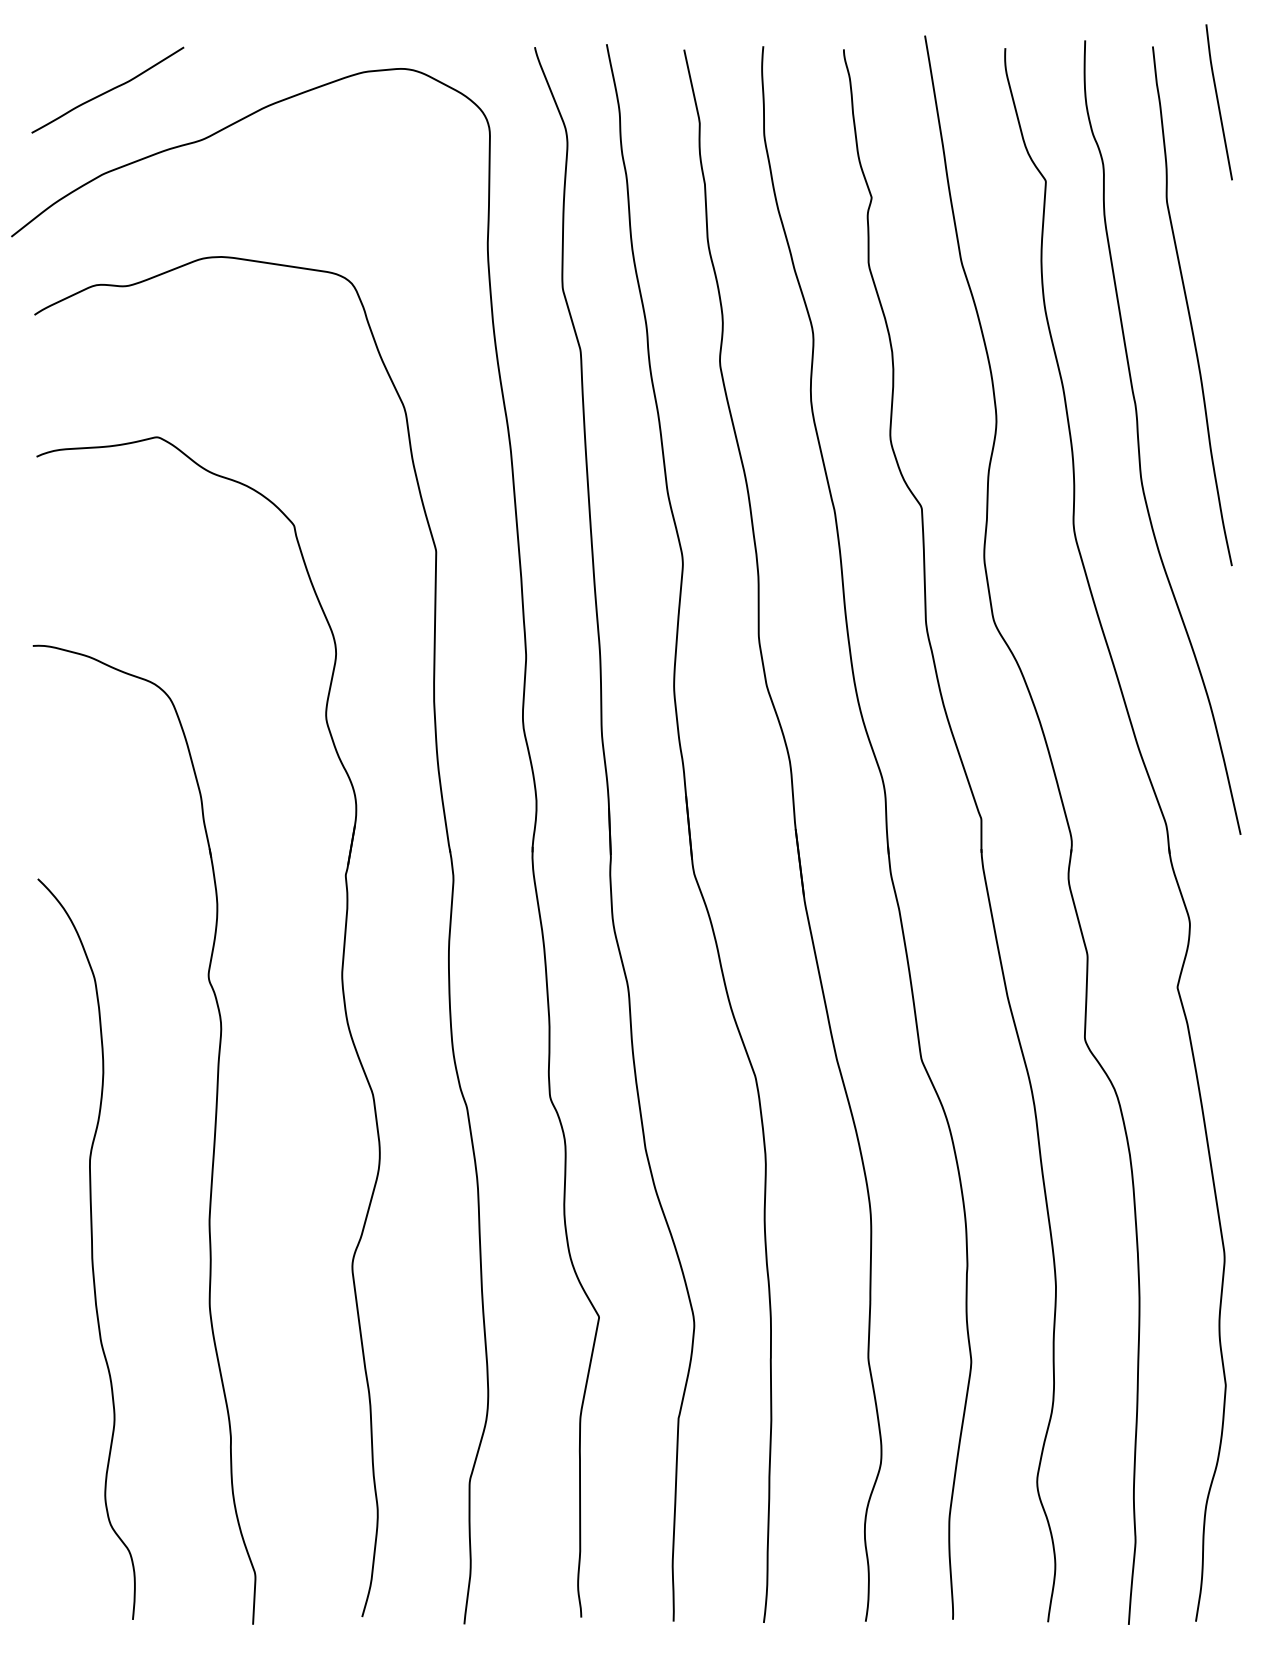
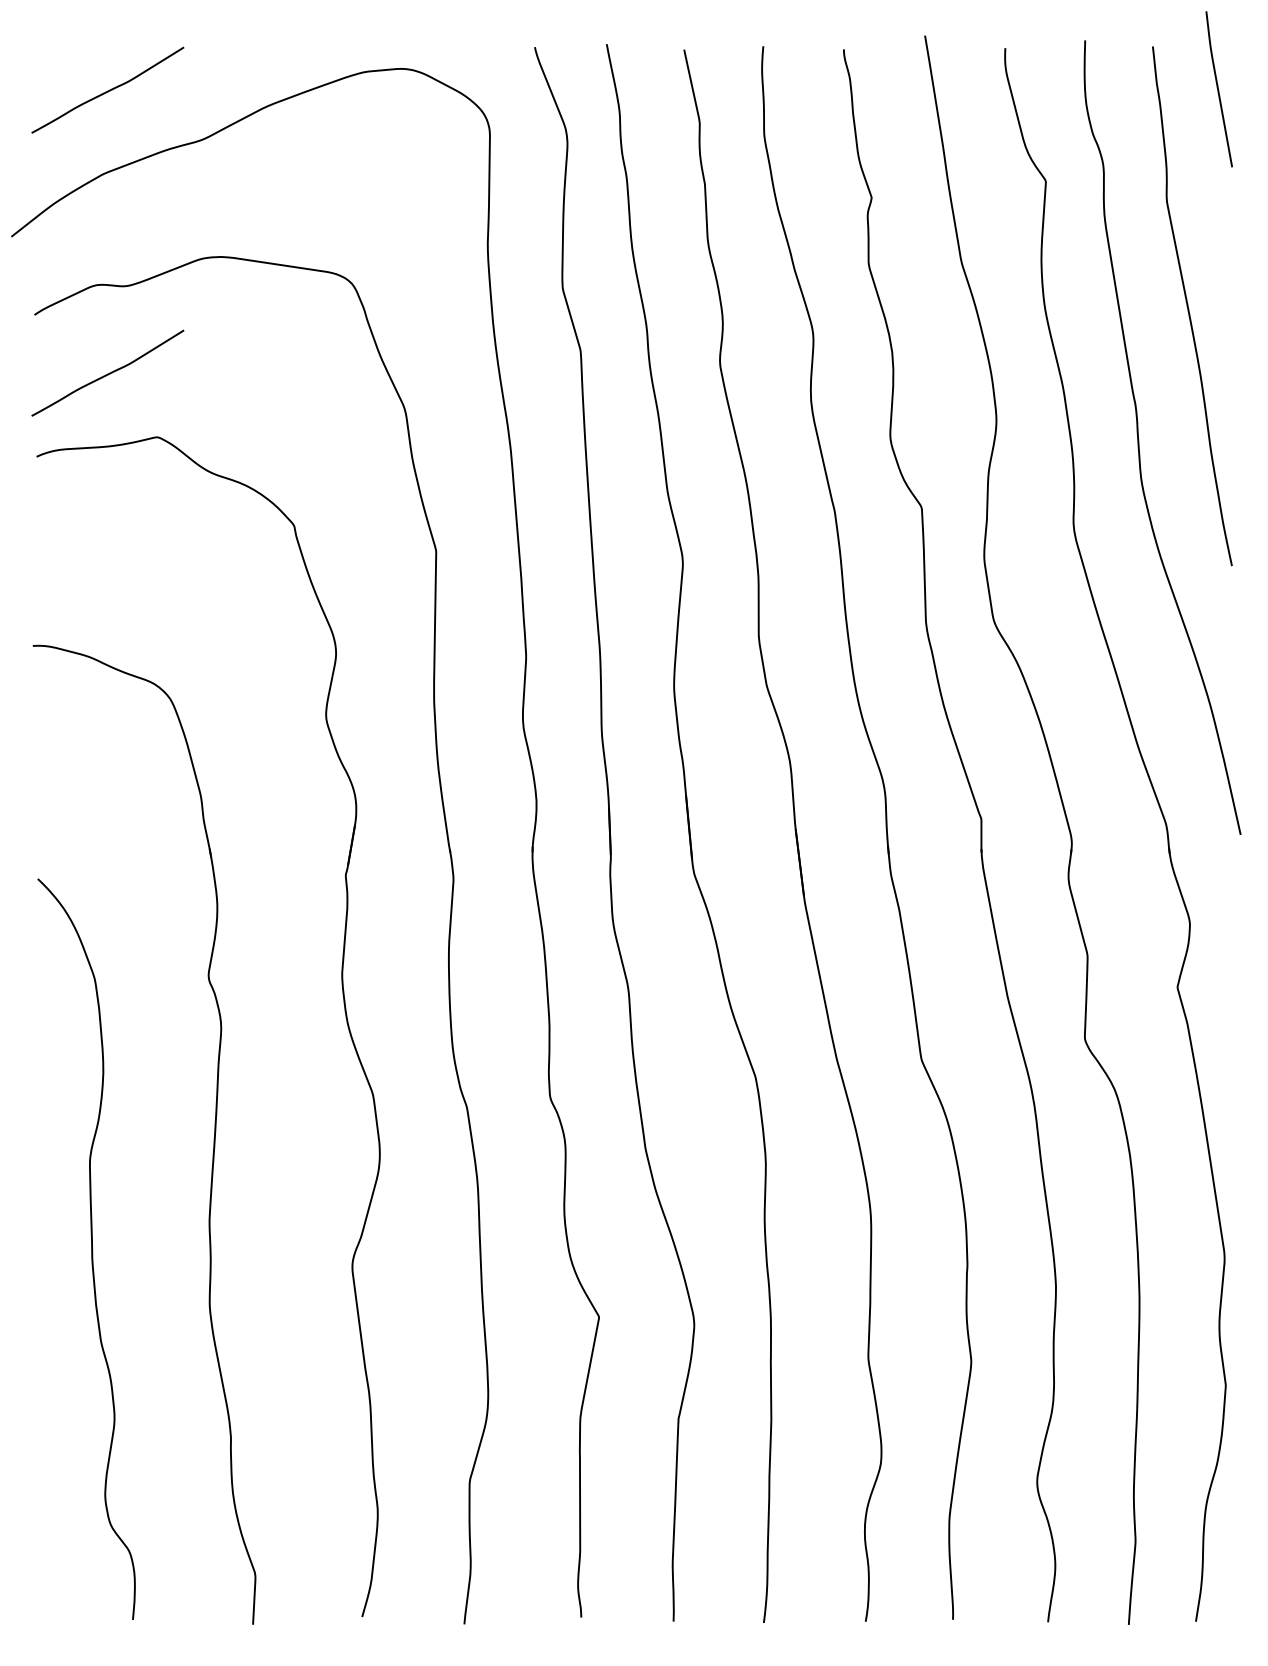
curve at (1218, 102) position: (1218, 102) -> (1218, 89)
curve at (107, 373): none -> present
